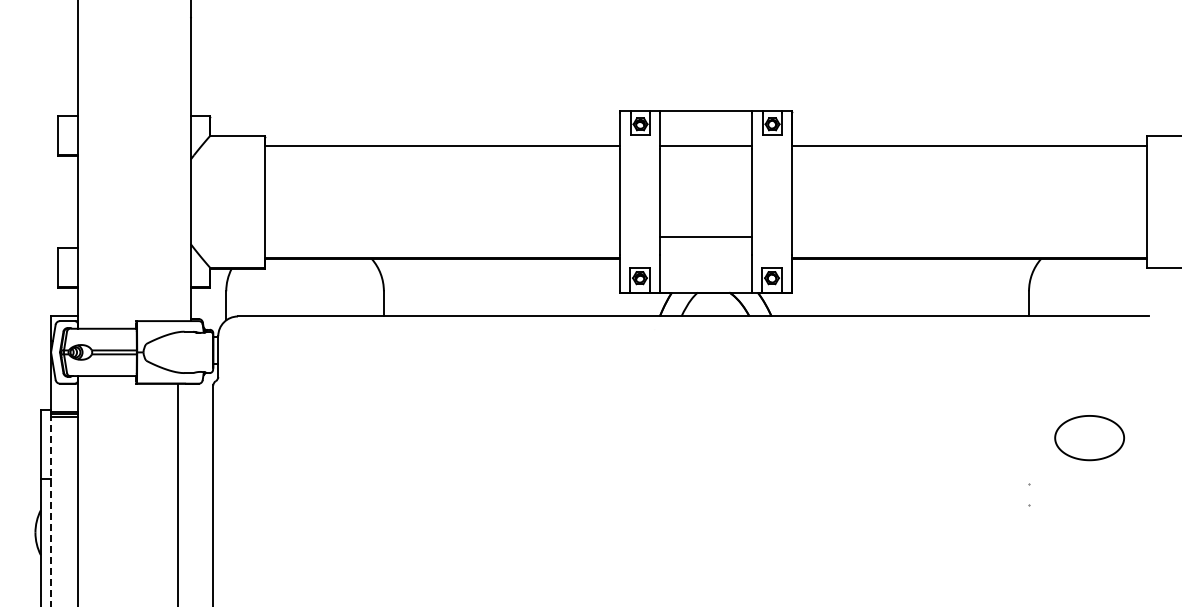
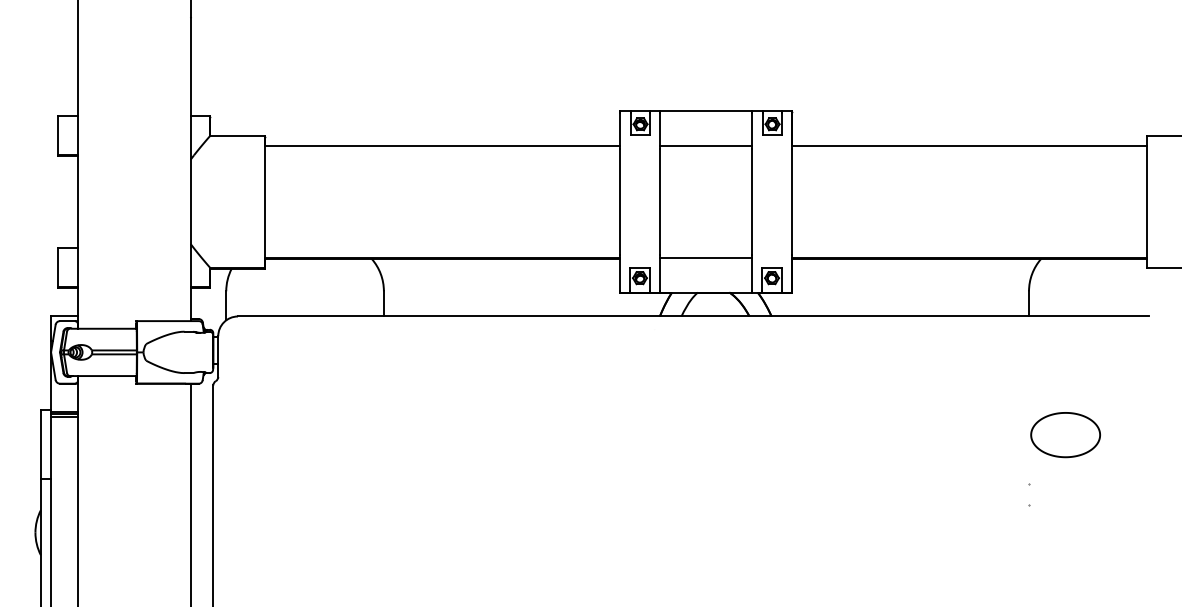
line at (705, 237) position: (705, 237) -> (705, 258)
part at (1089, 438) position: (1089, 438) -> (1065, 435)
line at (177, 493) position: (177, 493) -> (190, 493)
line at (50, 511): dashed -> solid
